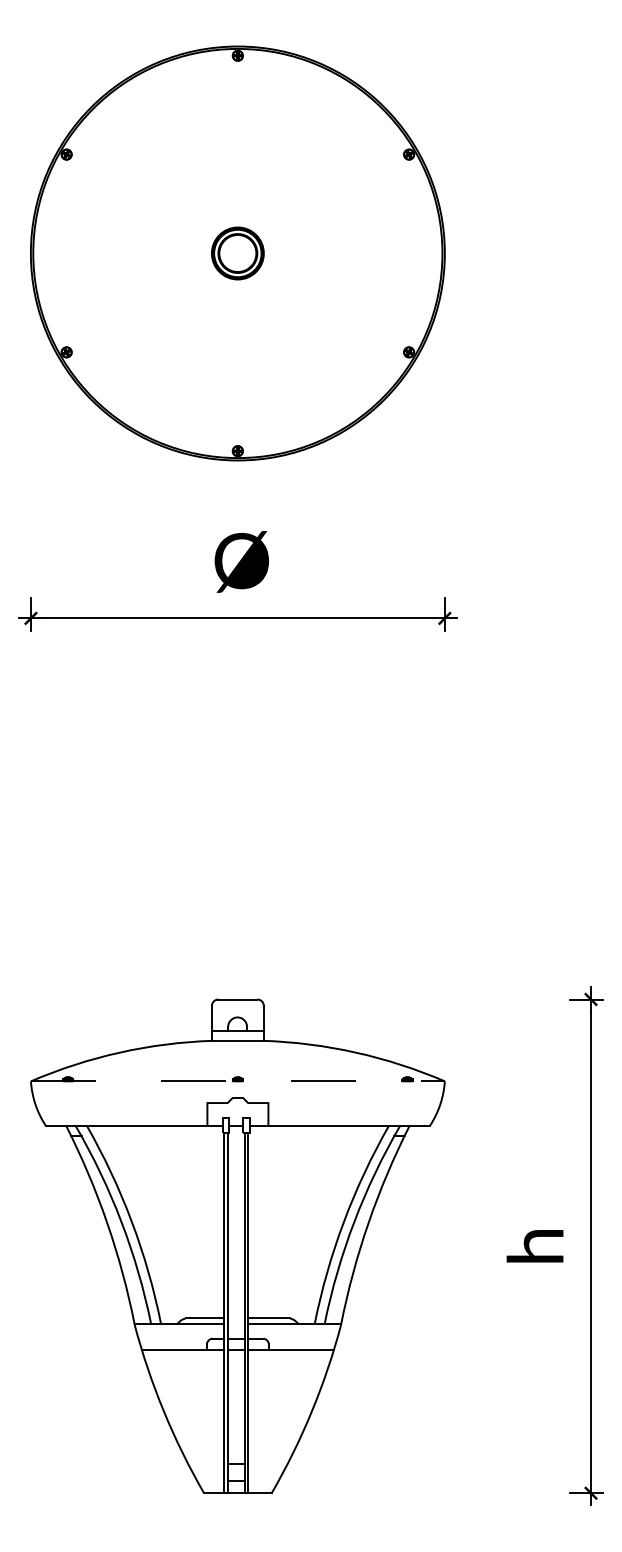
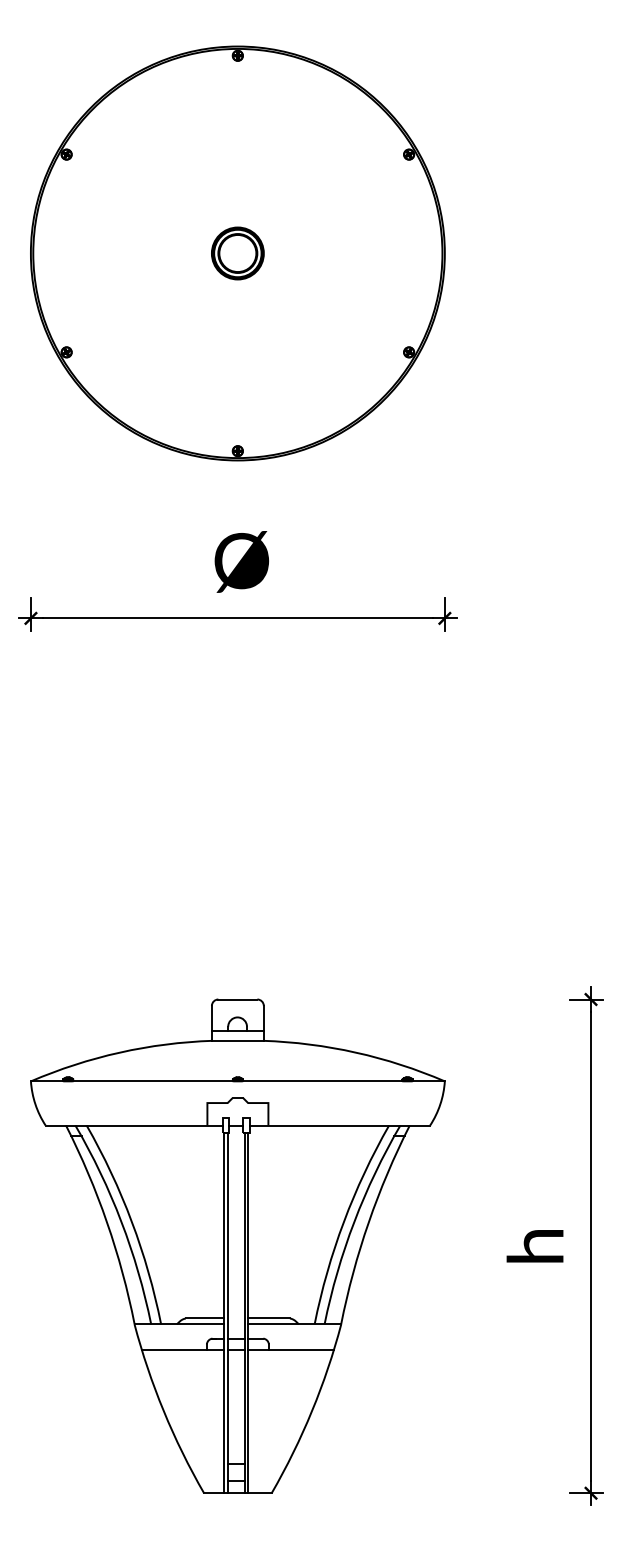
line at (237, 1081): dashed -> solid
